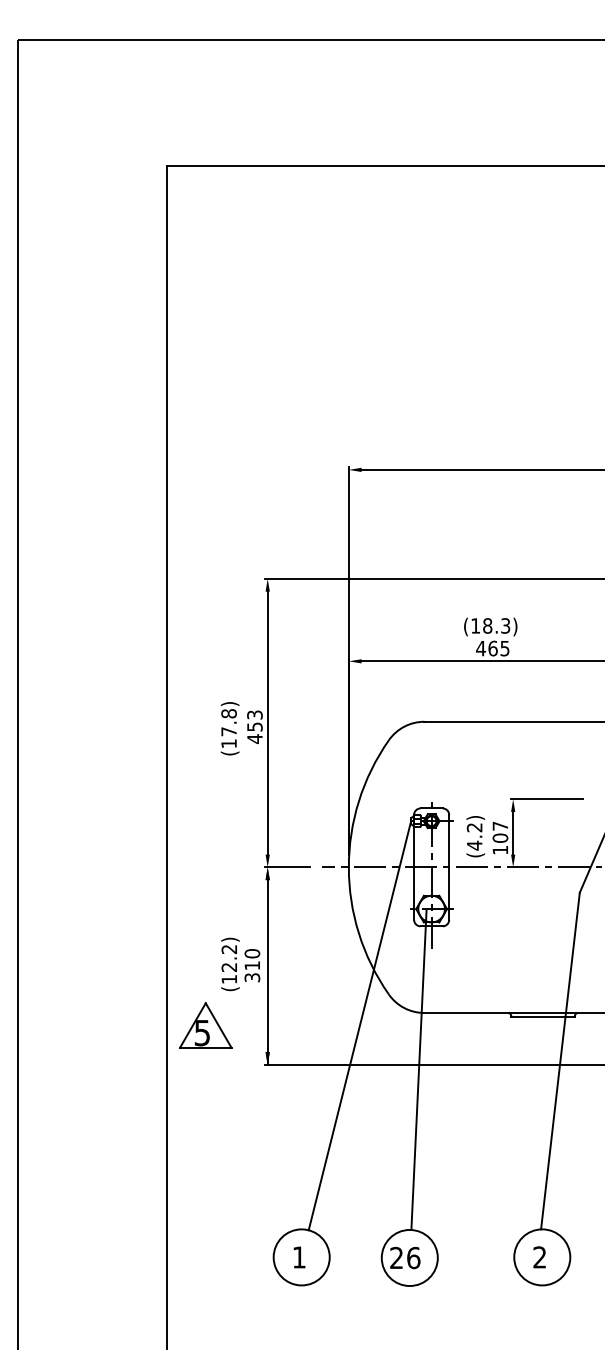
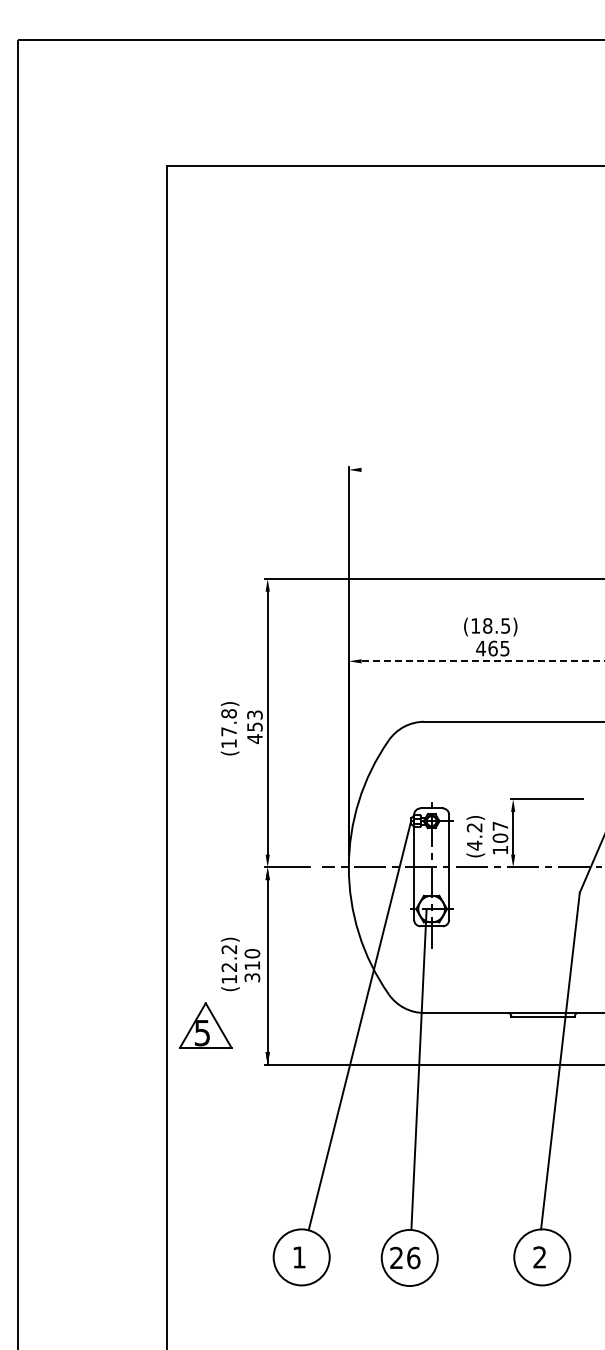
line at (481, 469): present -> none
text at (505, 625): (18.3) -> (18.5)
line at (483, 661): solid -> dashed
